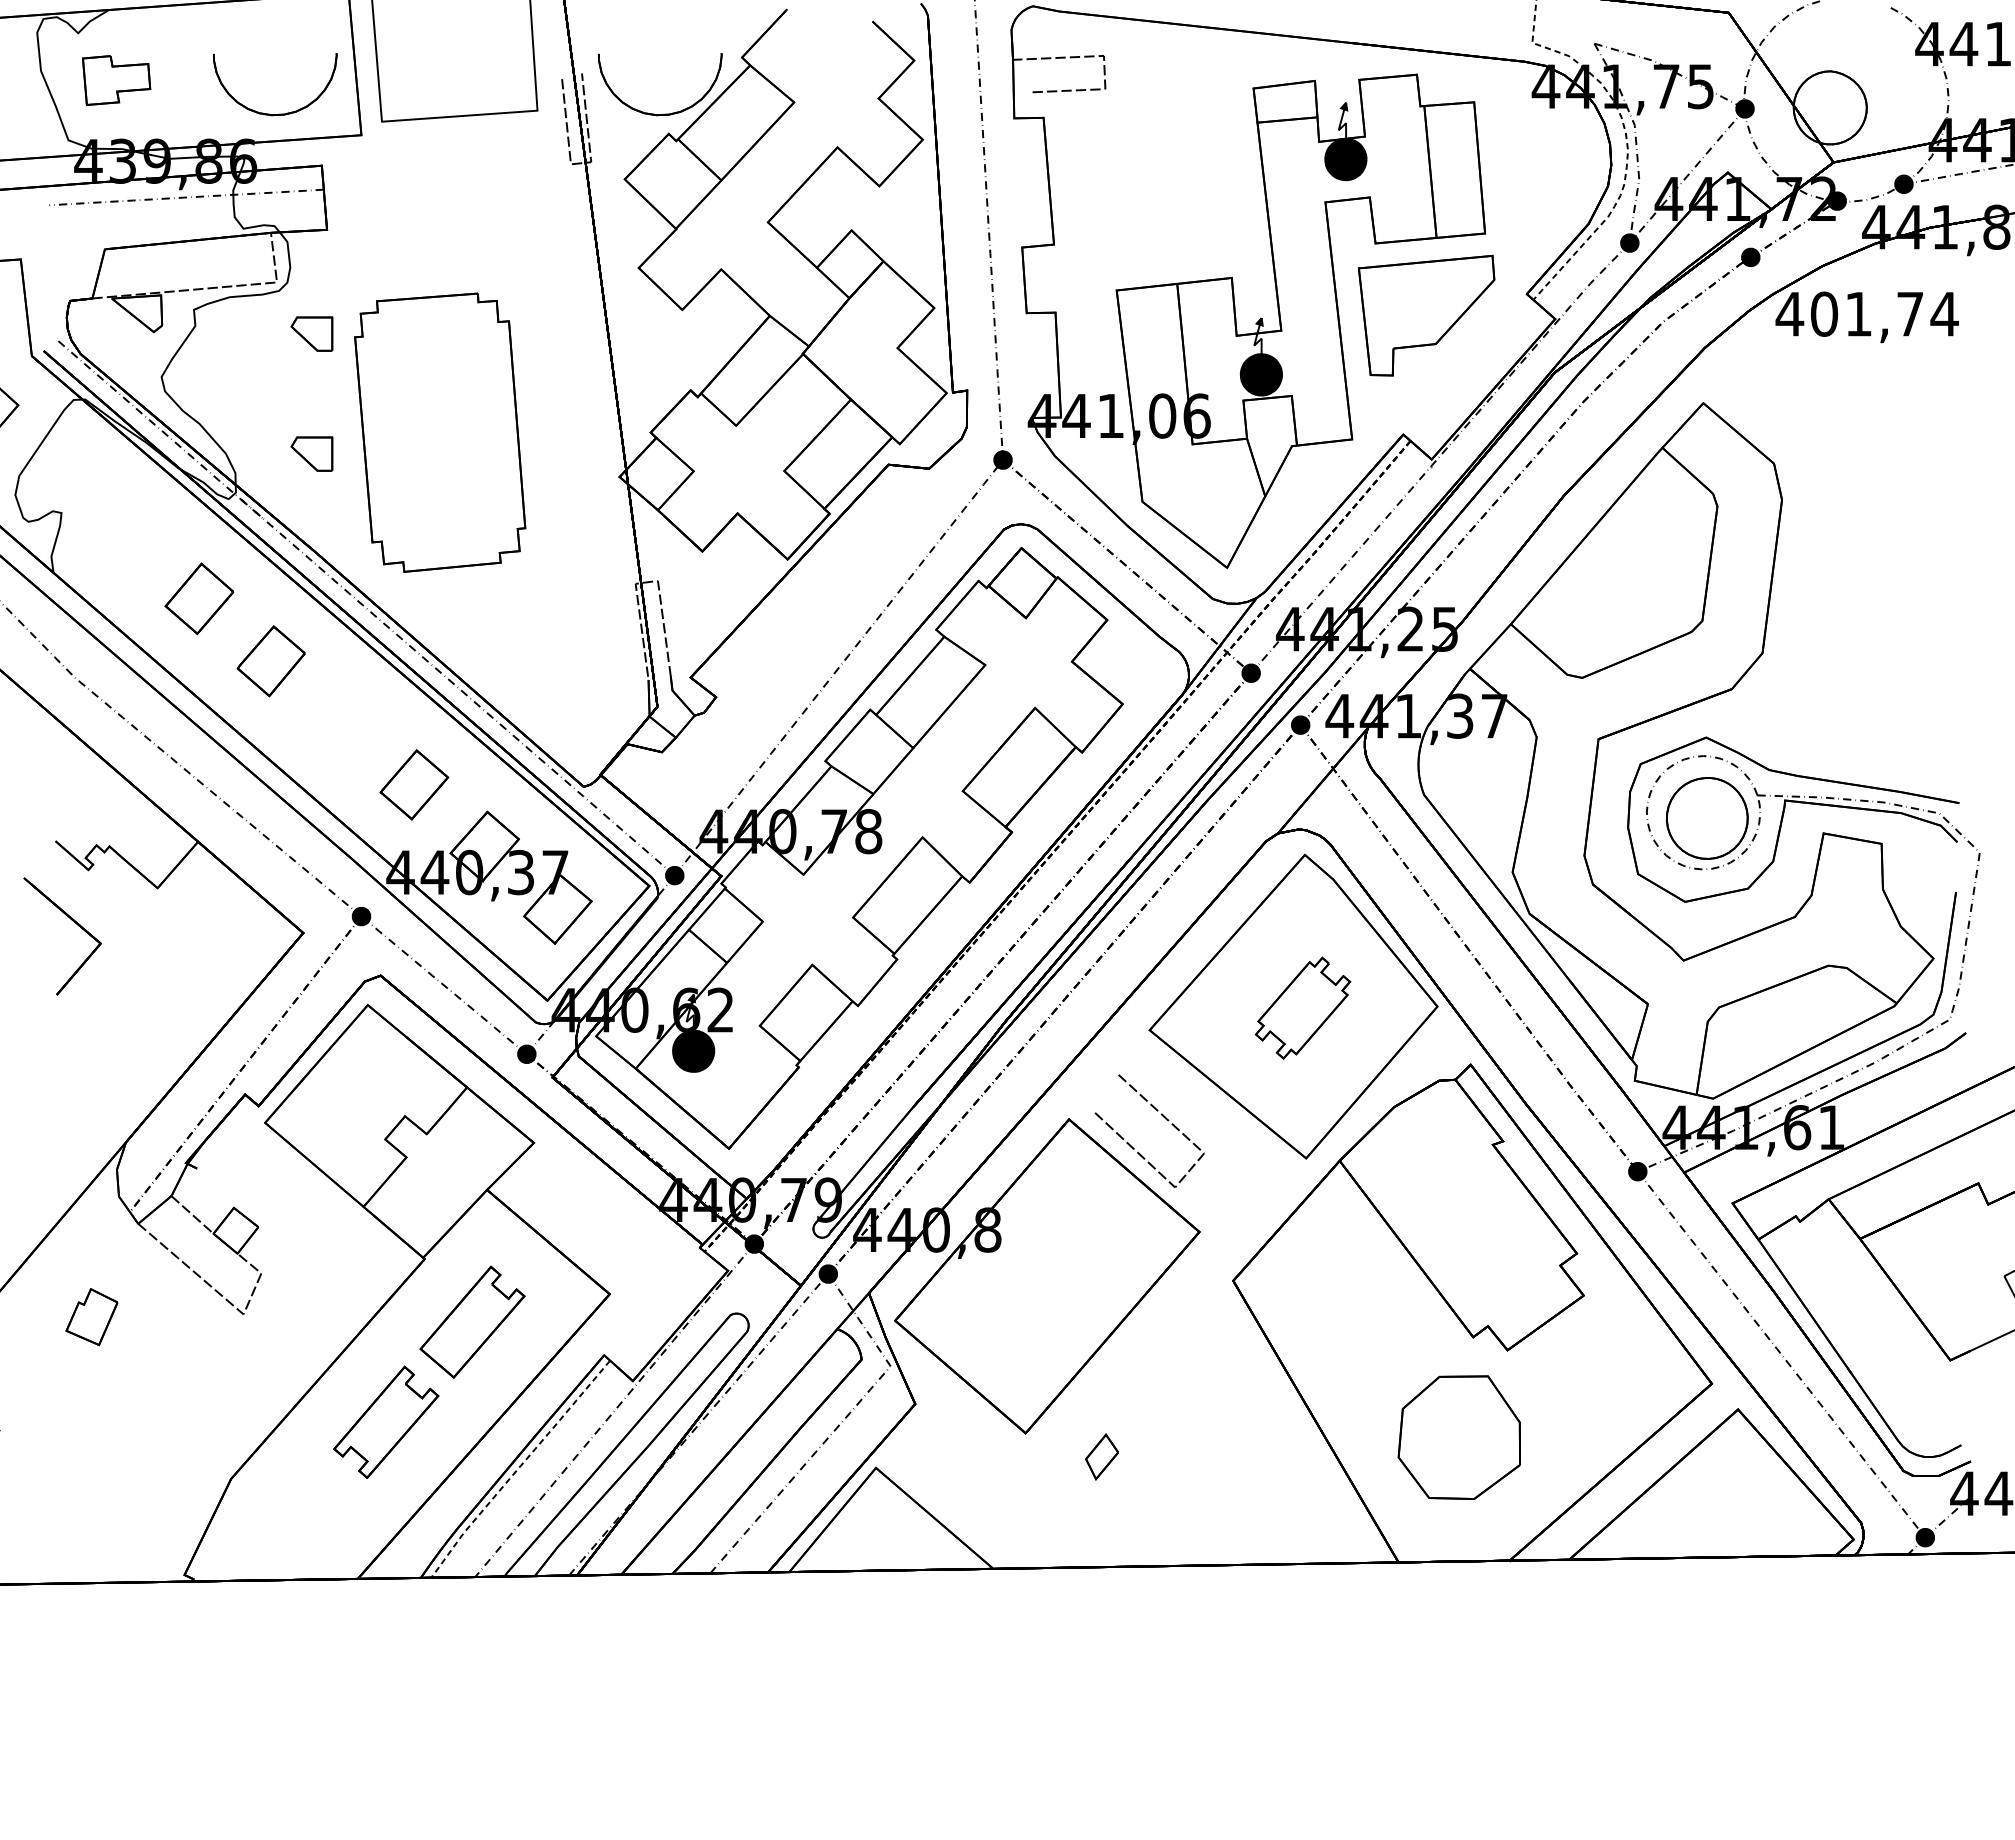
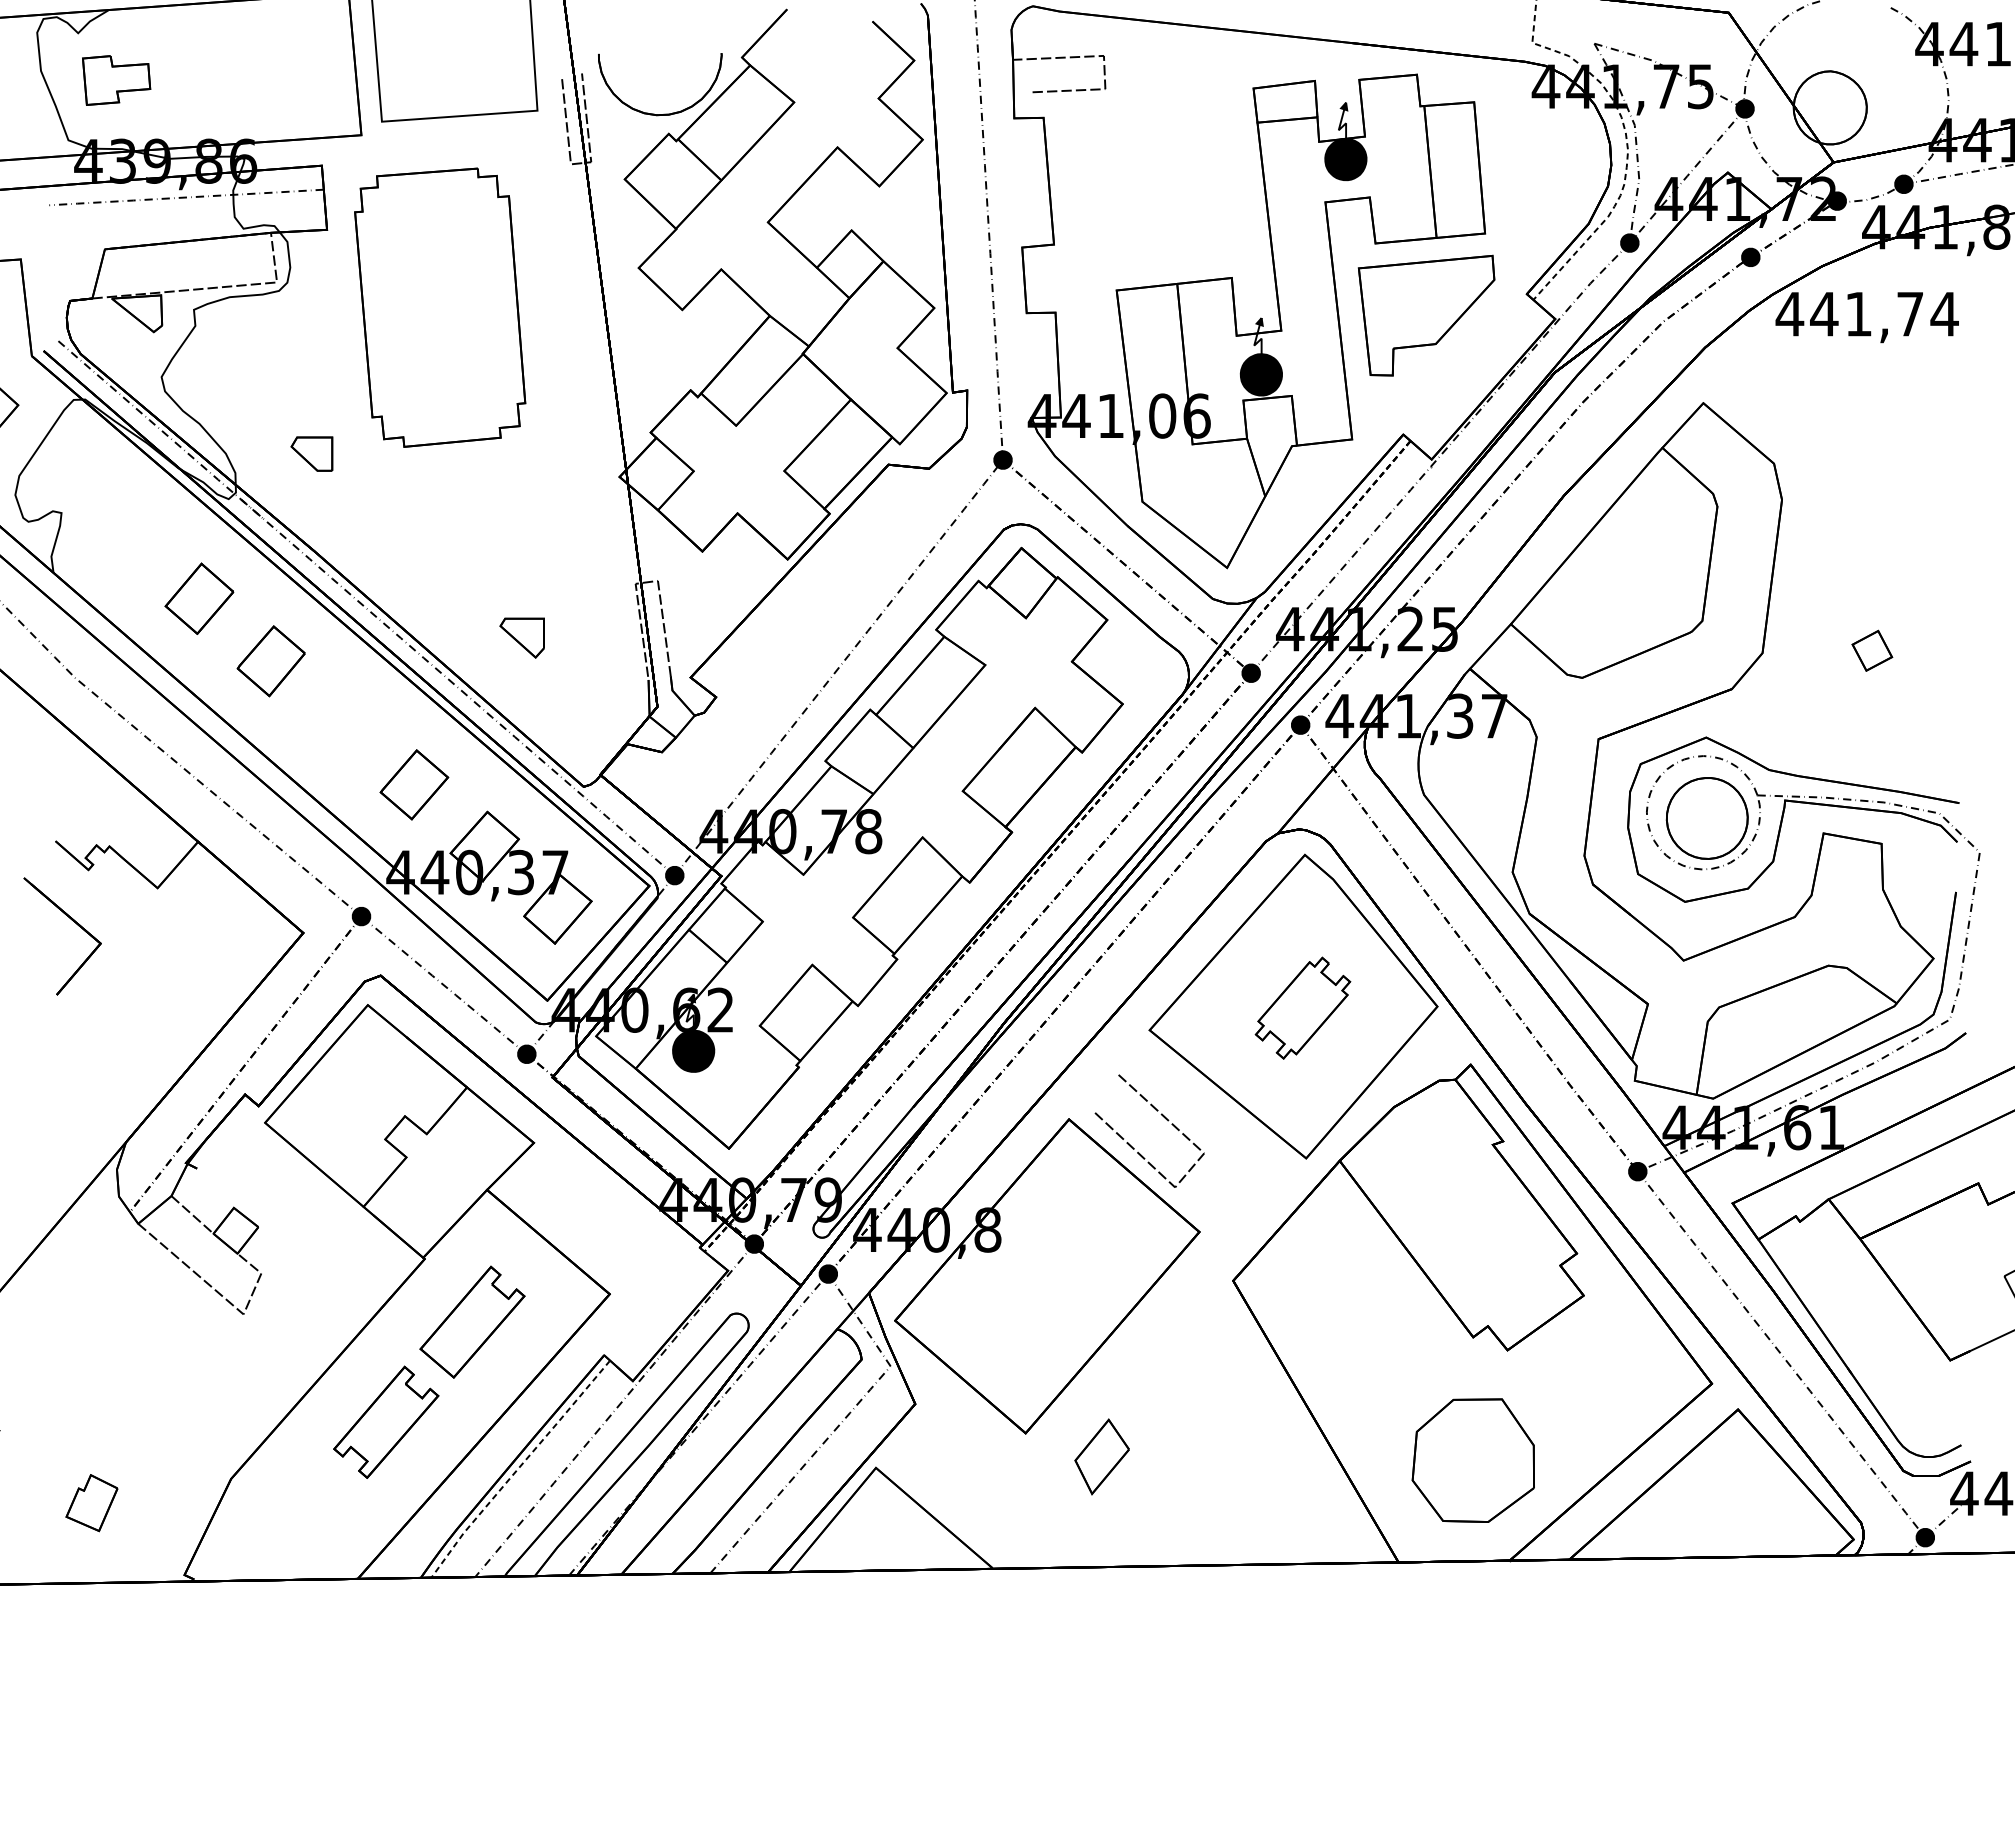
part at (279, 113): present -> none
text at (1824, 313): 401,74 -> 441,74
part at (311, 333): present -> none
part at (440, 432) position: (440, 432) -> (440, 307)
part at (521, 637): none -> present
part at (1872, 650): none -> present
part at (91, 1317) position: (91, 1317) -> (91, 1503)
part at (1458, 1437) position: (1458, 1437) -> (1472, 1460)
part at (1101, 1456) size: 34x48 px -> 56x78 px
